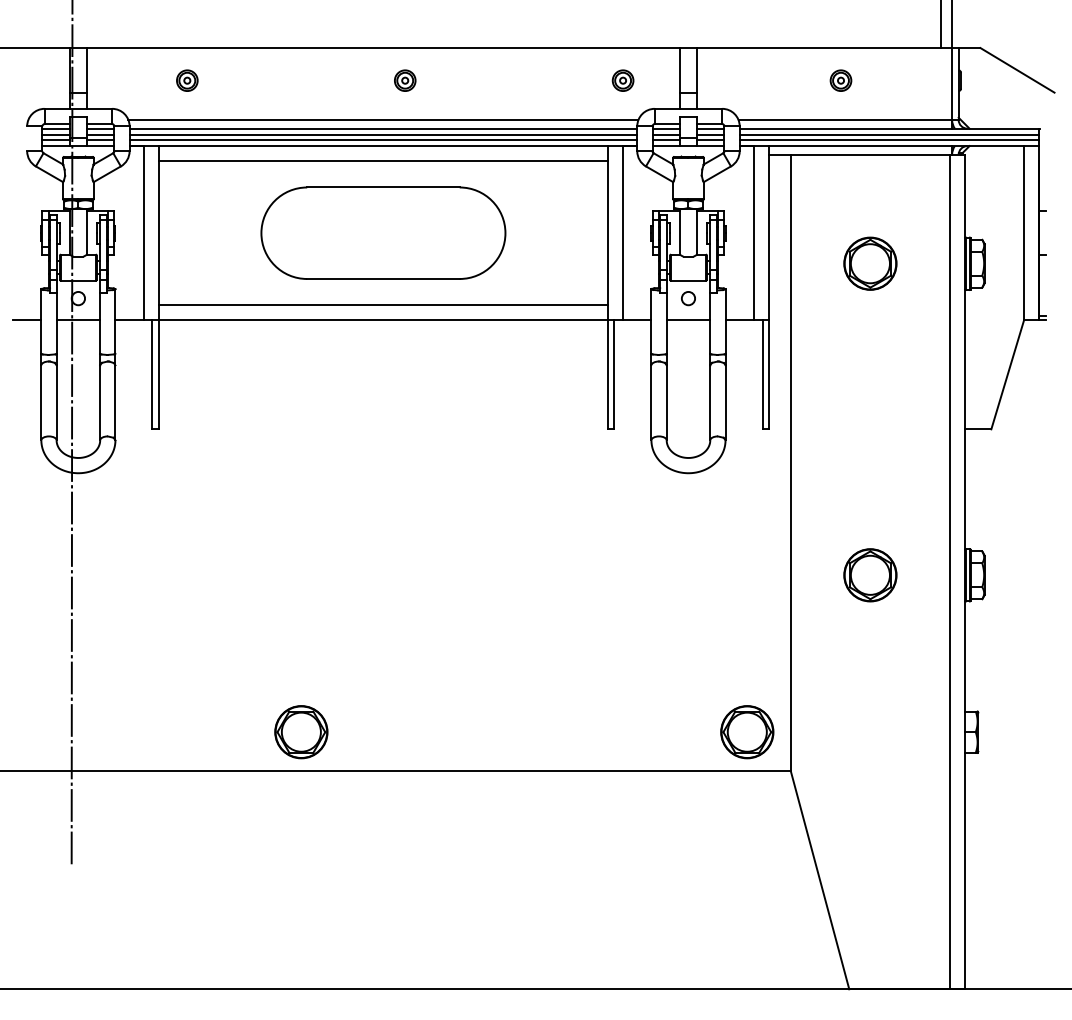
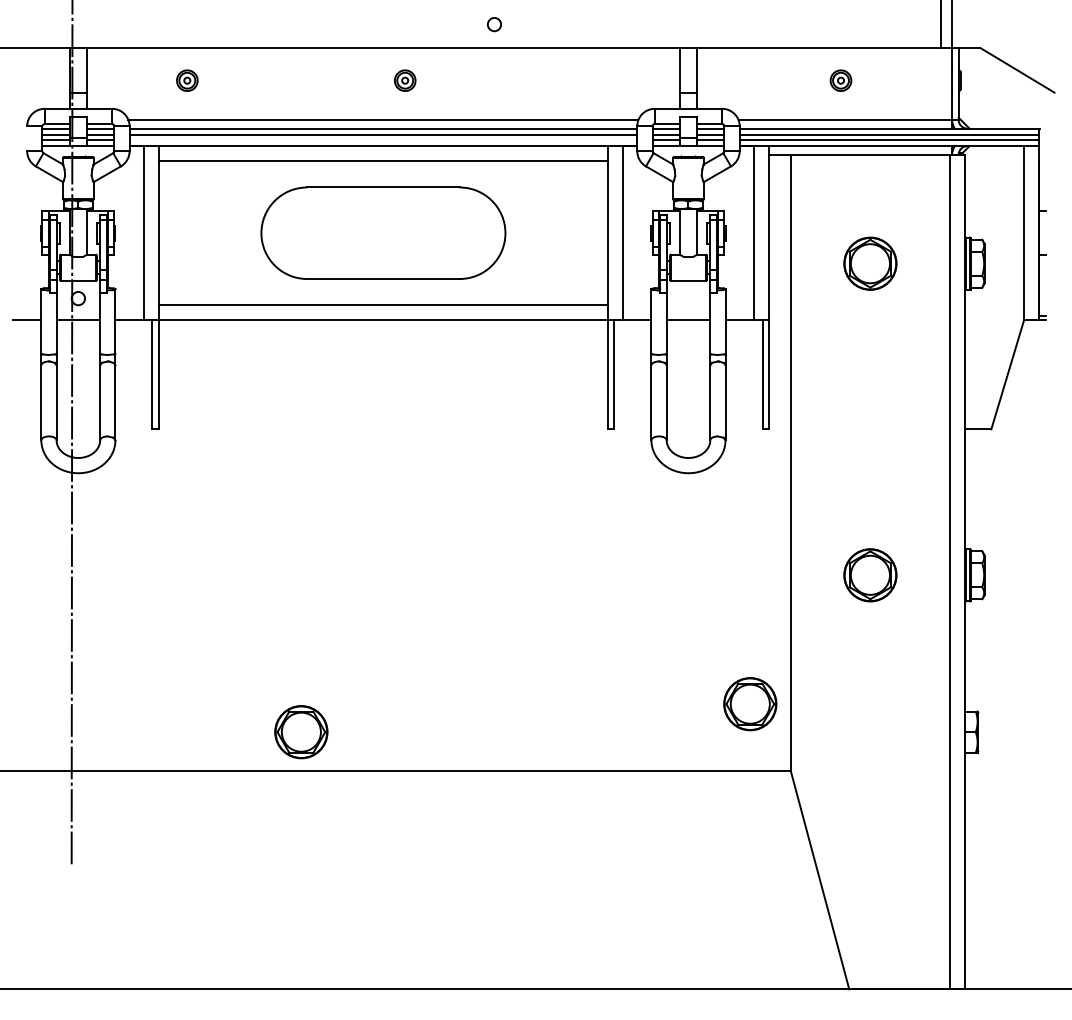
part at (622, 80): present -> none
line at (383, 139): present -> none
circle at (688, 298) position: (688, 298) -> (494, 24)
part at (747, 732) position: (747, 732) -> (750, 704)
